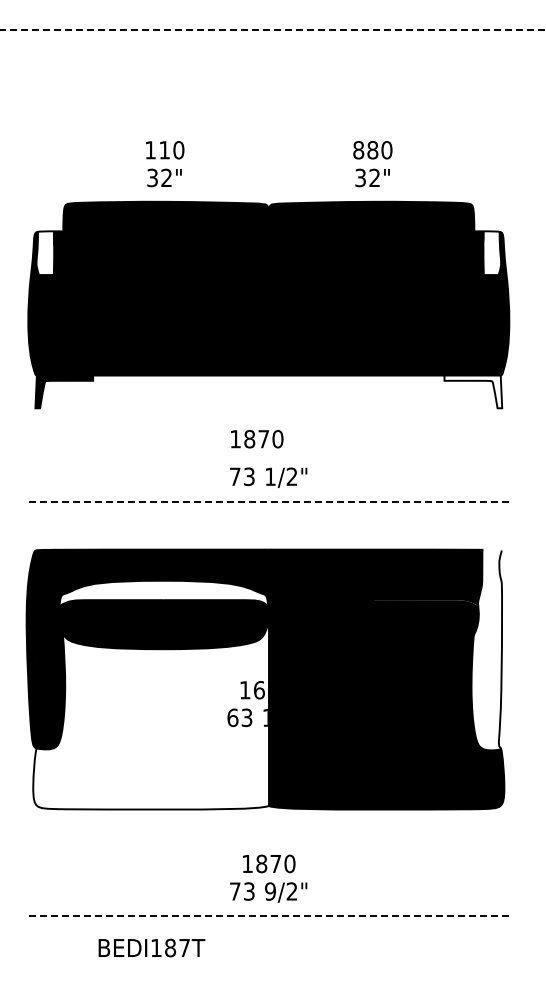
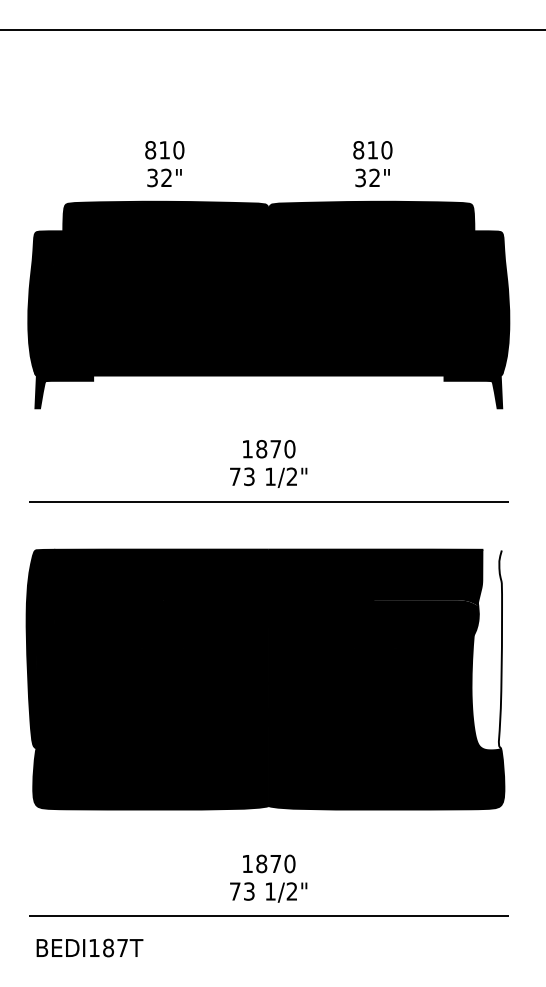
line at (272, 29): dashed -> solid
text at (150, 150): 110 -> 810
text at (372, 150): 880 -> 810
fill at (45, 253): none -> present
fill at (492, 253): none -> present
fill at (473, 391): none -> present
text at (257, 439) position: (257, 439) -> (269, 449)
line at (269, 501): dashed -> solid
fill at (163, 593): none -> present
fill at (150, 711): none -> present
text at (270, 891): 9/2" -> 1/2"
line at (268, 916): dashed -> solid
text at (151, 947) position: (151, 947) -> (89, 947)
